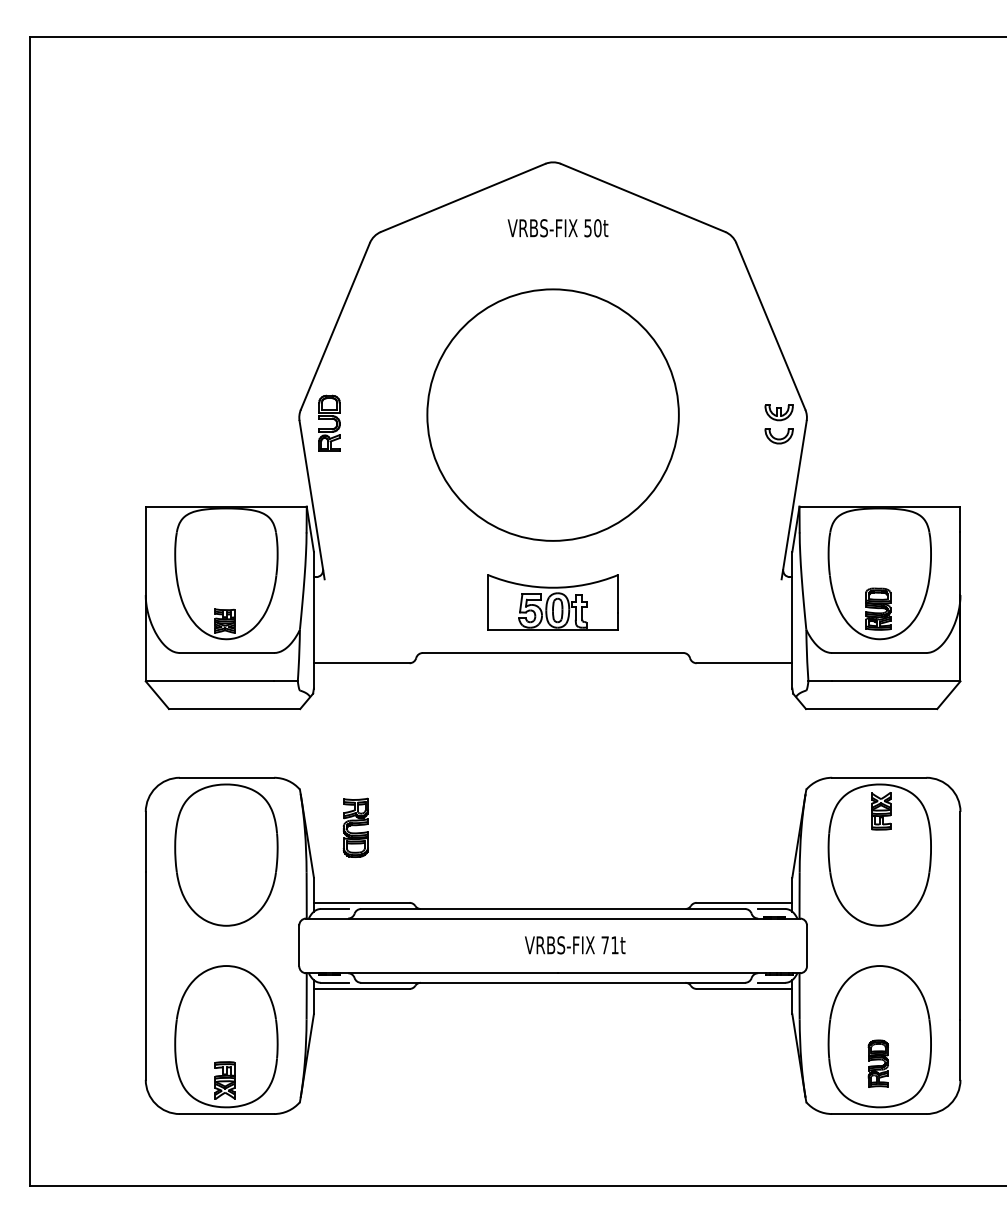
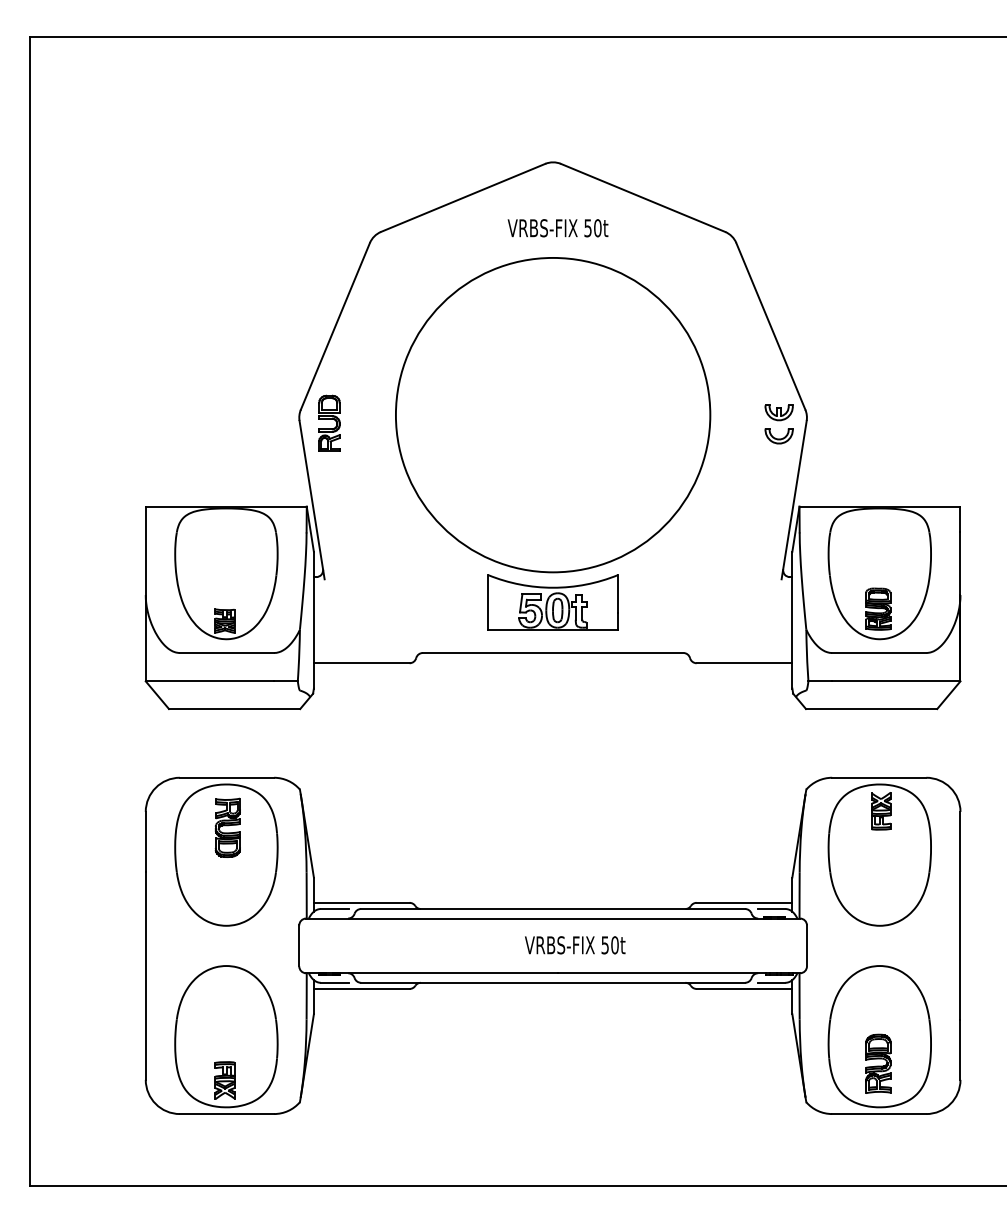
circle at (552, 414) diameter: 252 px -> 314 px
part at (355, 827) position: (355, 827) -> (227, 827)
text at (609, 945): 71t -> 50t
part at (877, 1063) size: 22x49 px -> 27x61 px
